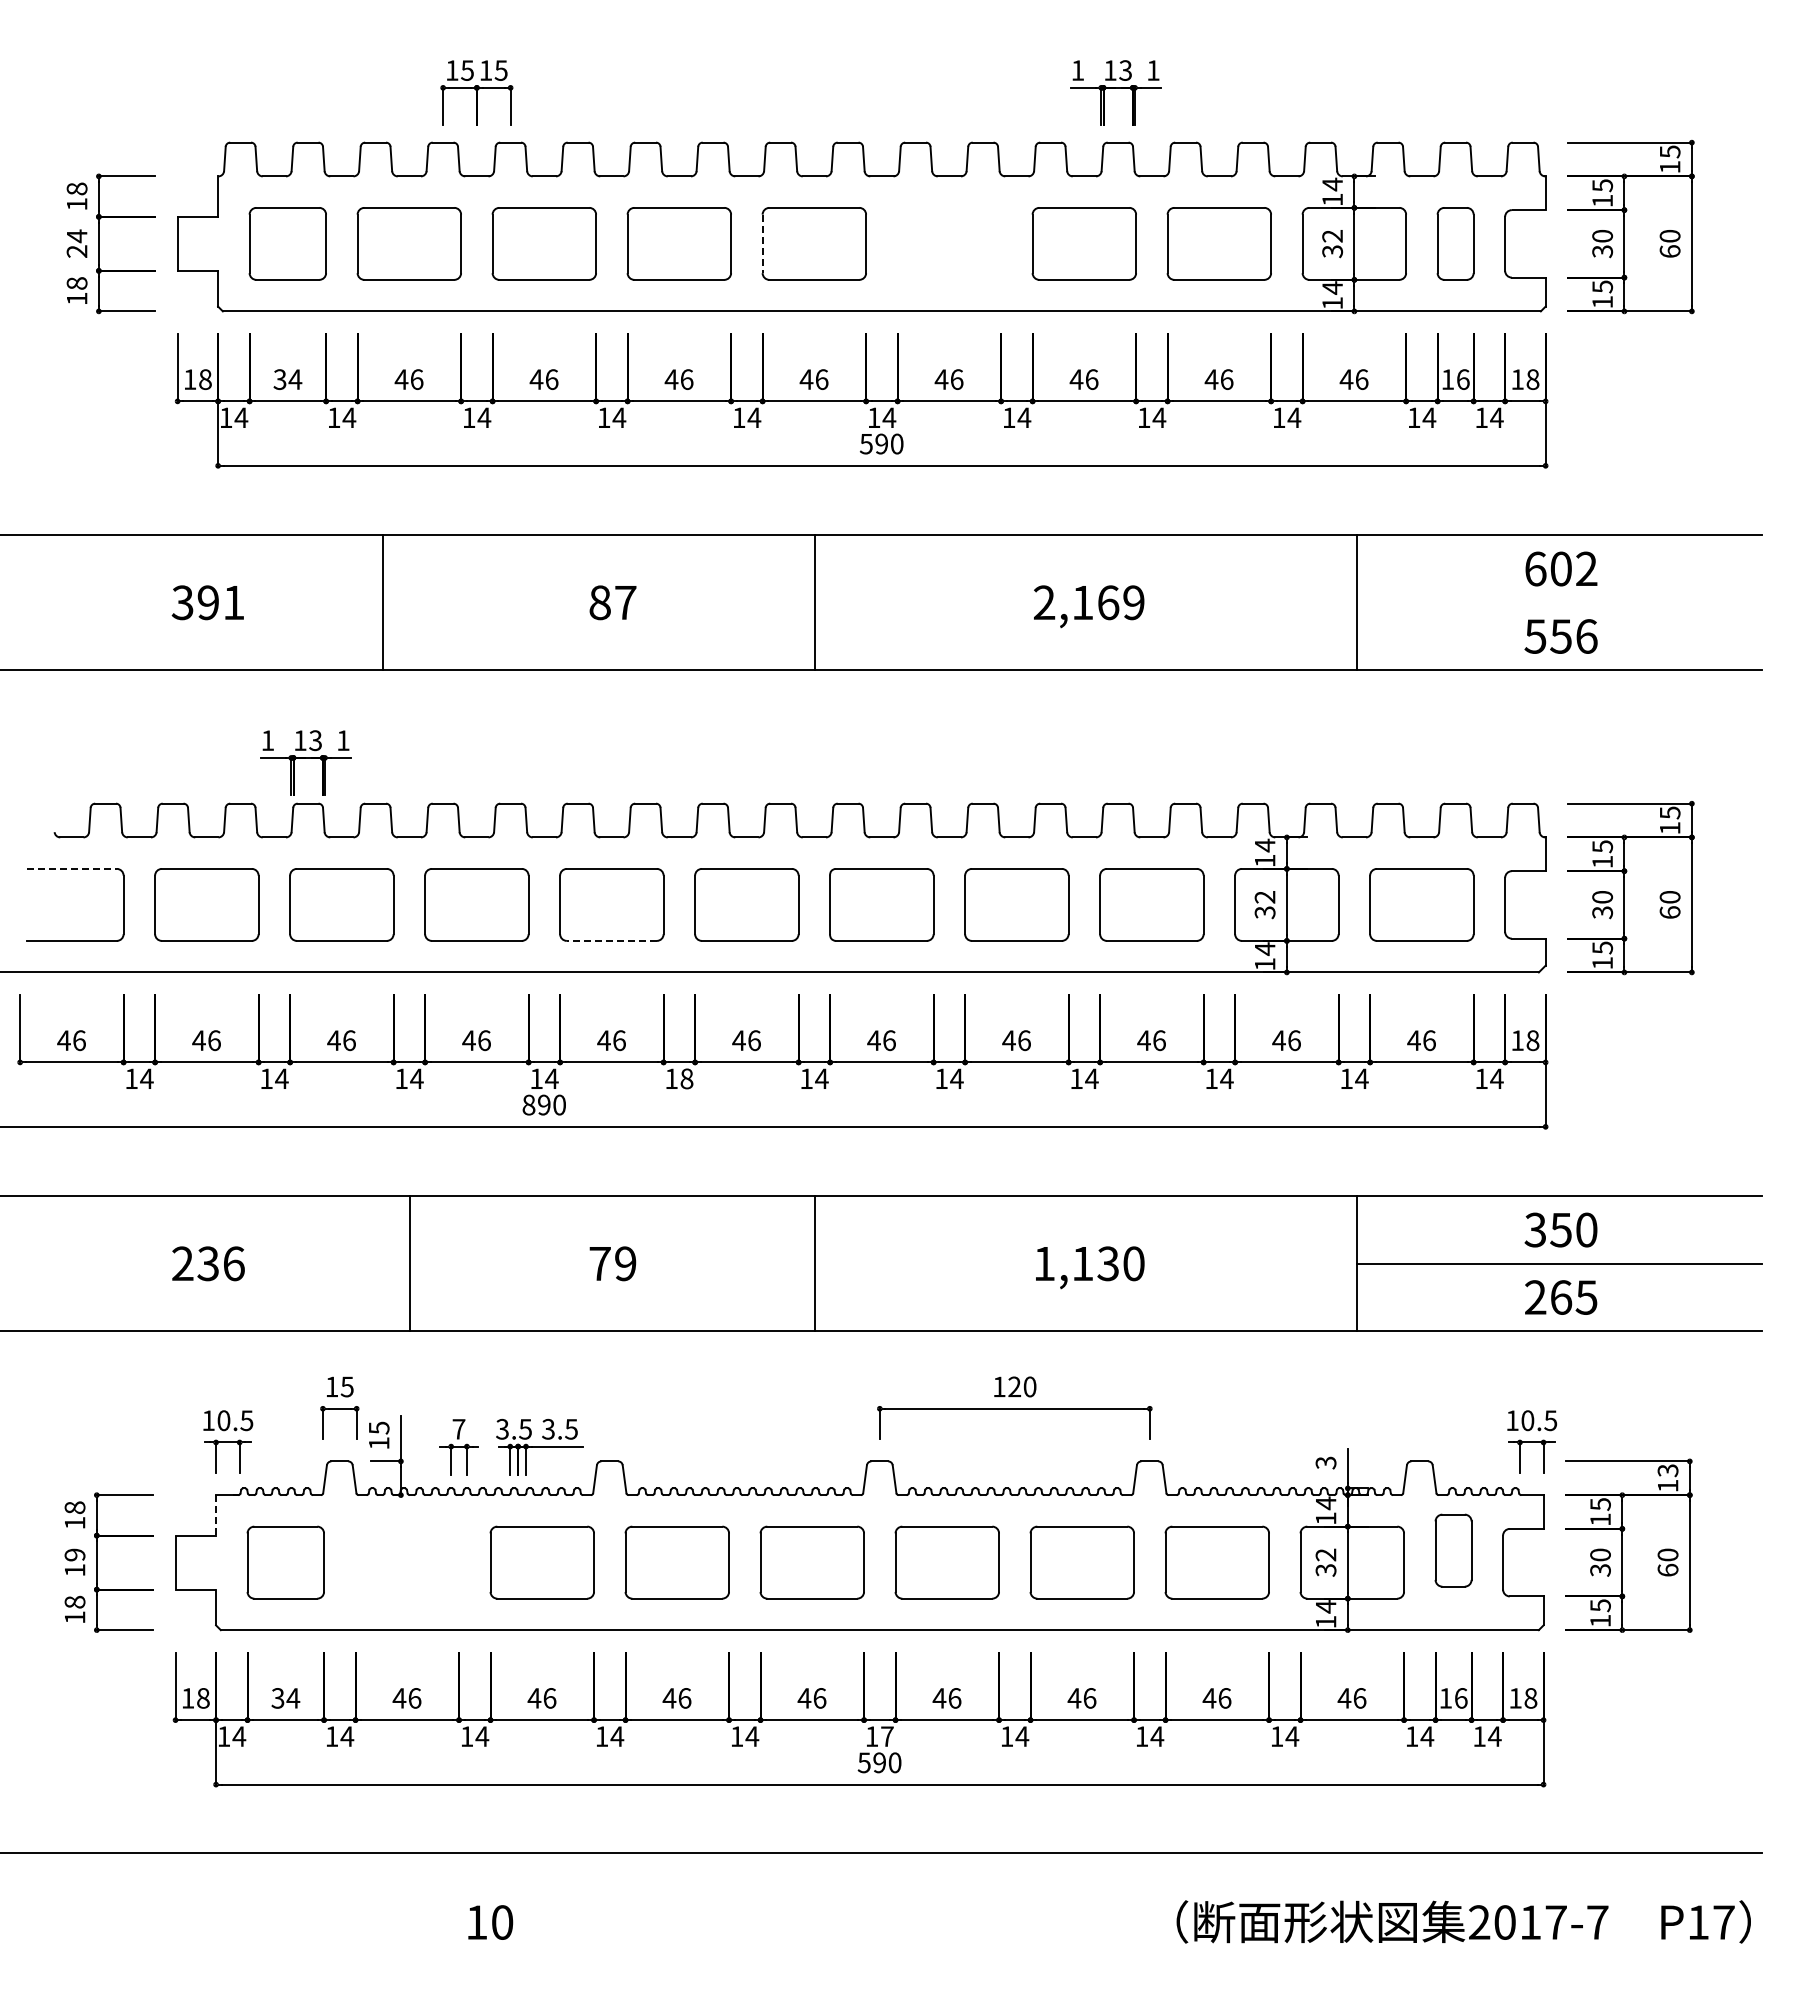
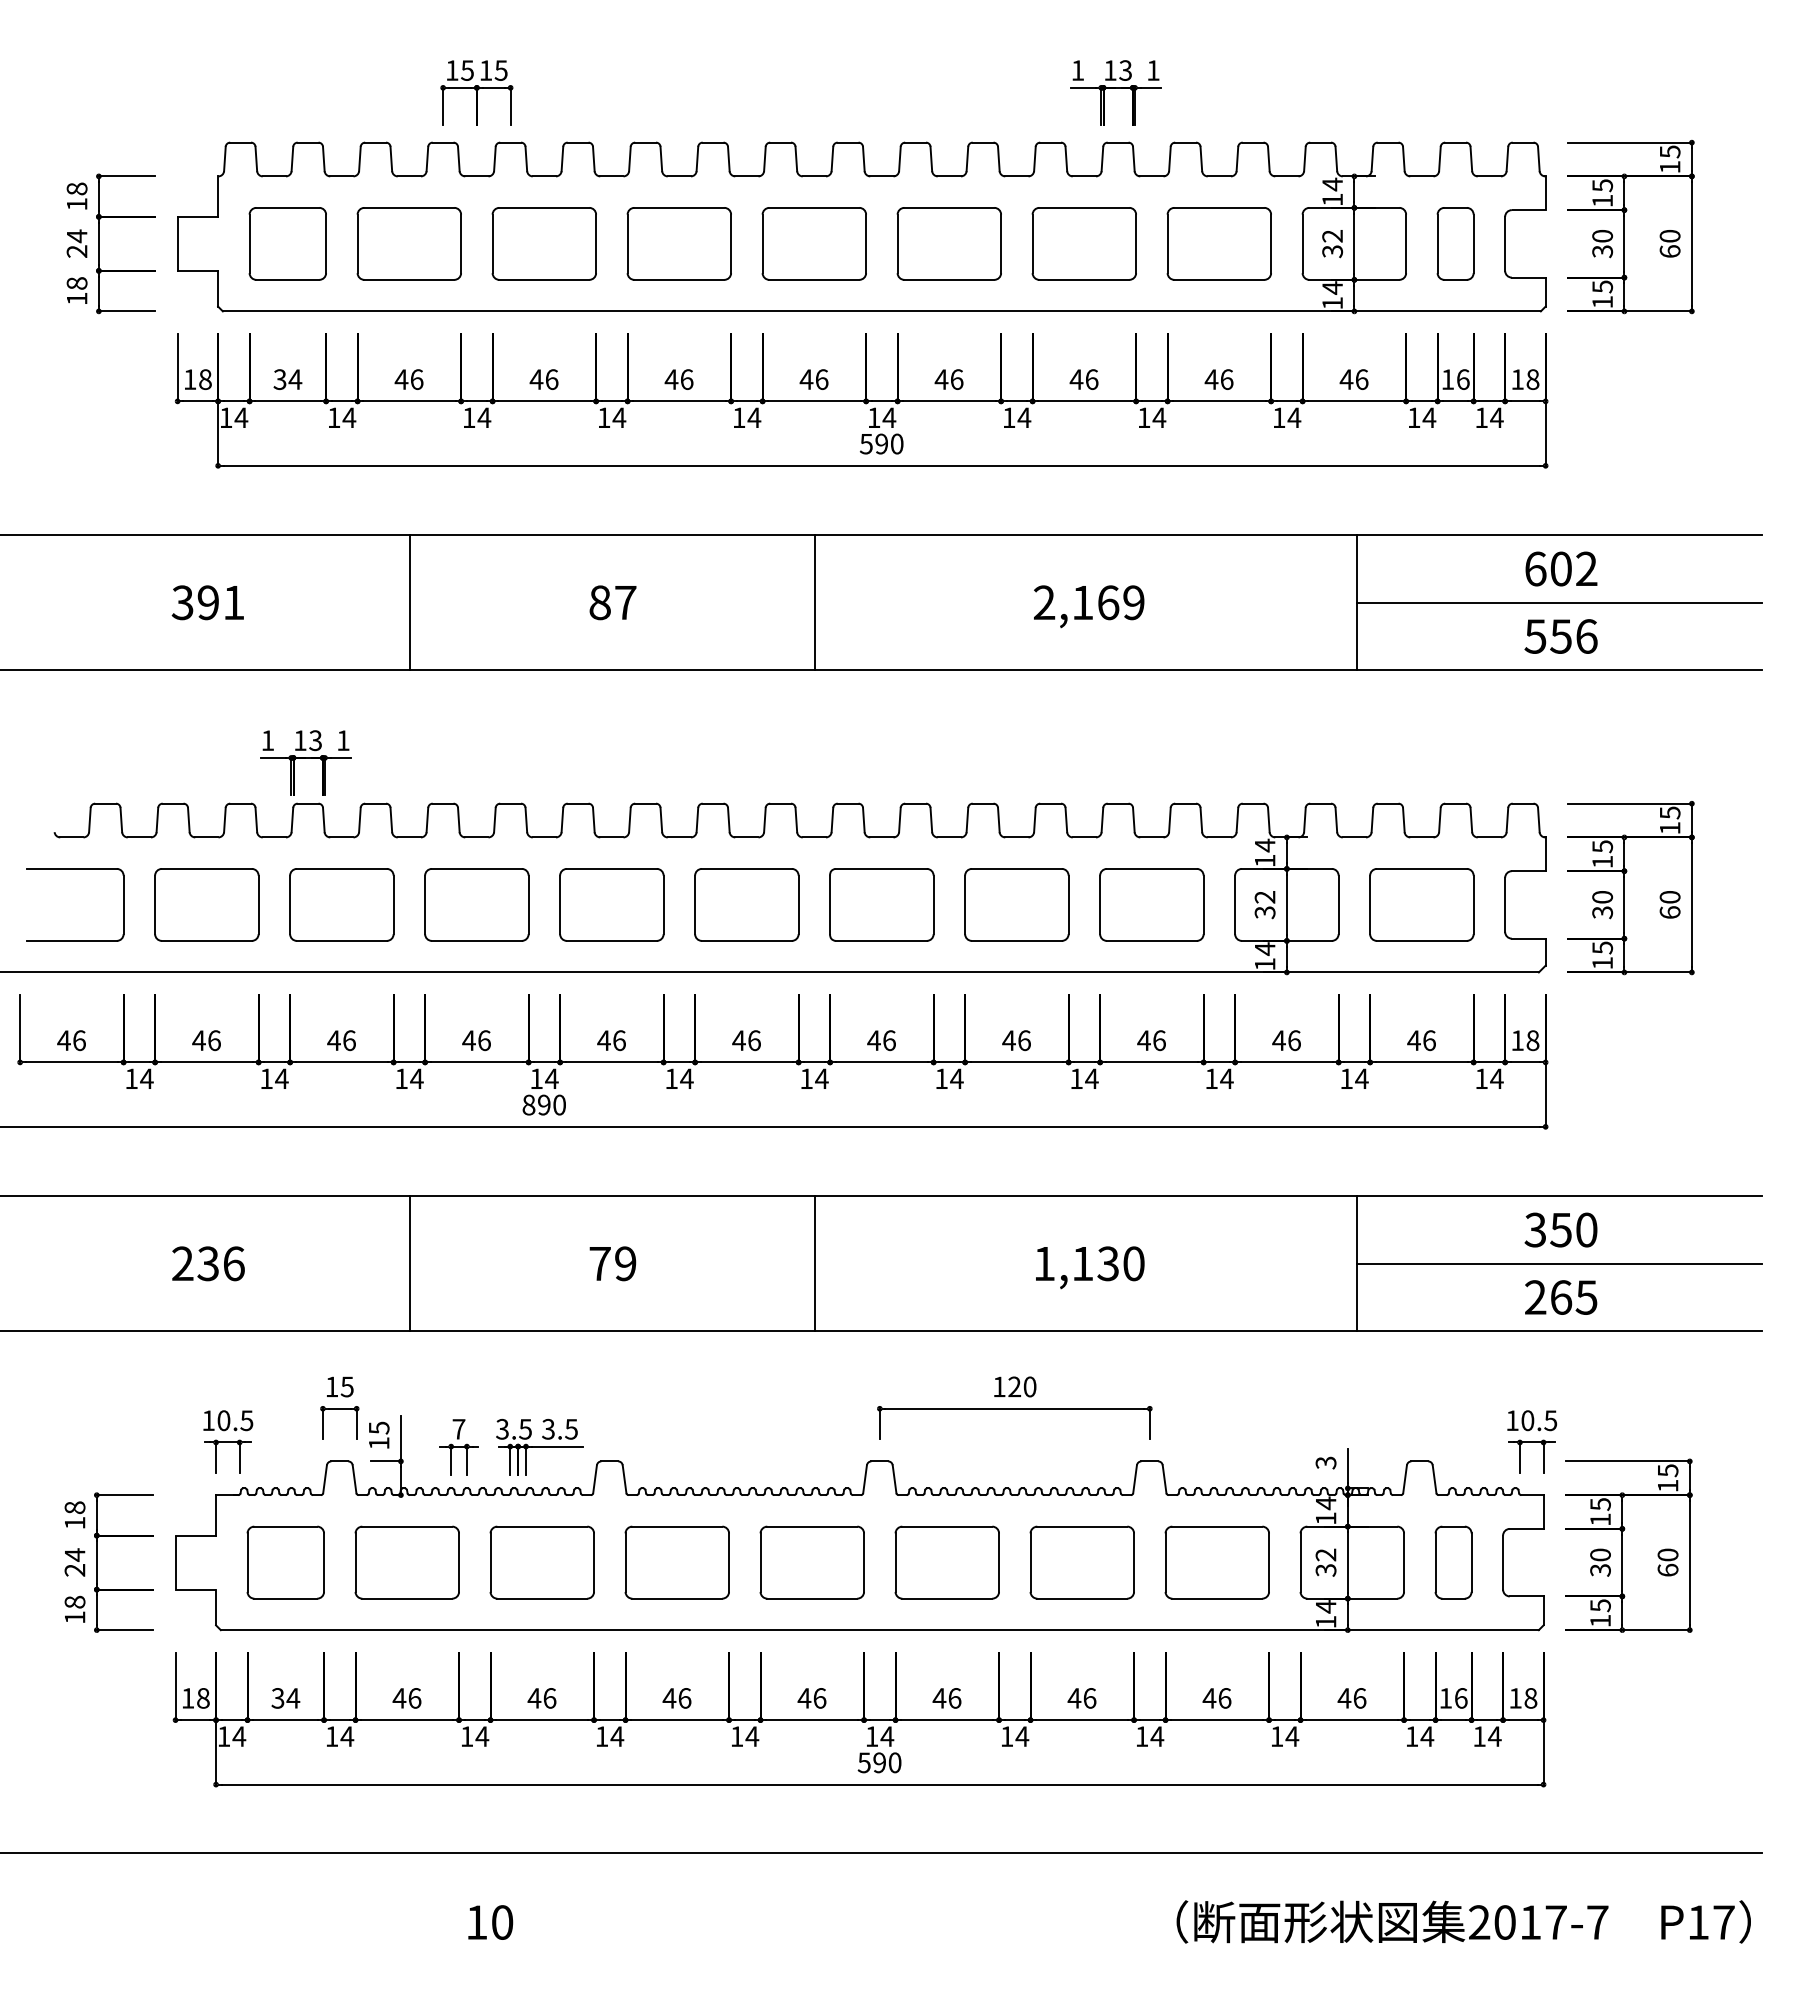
part at (948, 243): none -> present
line at (762, 244): dashed -> solid
line at (382, 602) position: (382, 602) -> (409, 602)
line at (1559, 602): none -> present
line at (72, 868): dashed -> solid
line at (611, 940): dashed -> solid
text at (686, 1078): 18 -> 14
text at (1667, 1470): 13 -> 15
line at (216, 1515): dashed -> solid
part at (1453, 1550) position: (1453, 1550) -> (1453, 1562)
text at (74, 1562): 19 -> 24
part at (406, 1562): none -> present
text at (887, 1736): 17 -> 14
